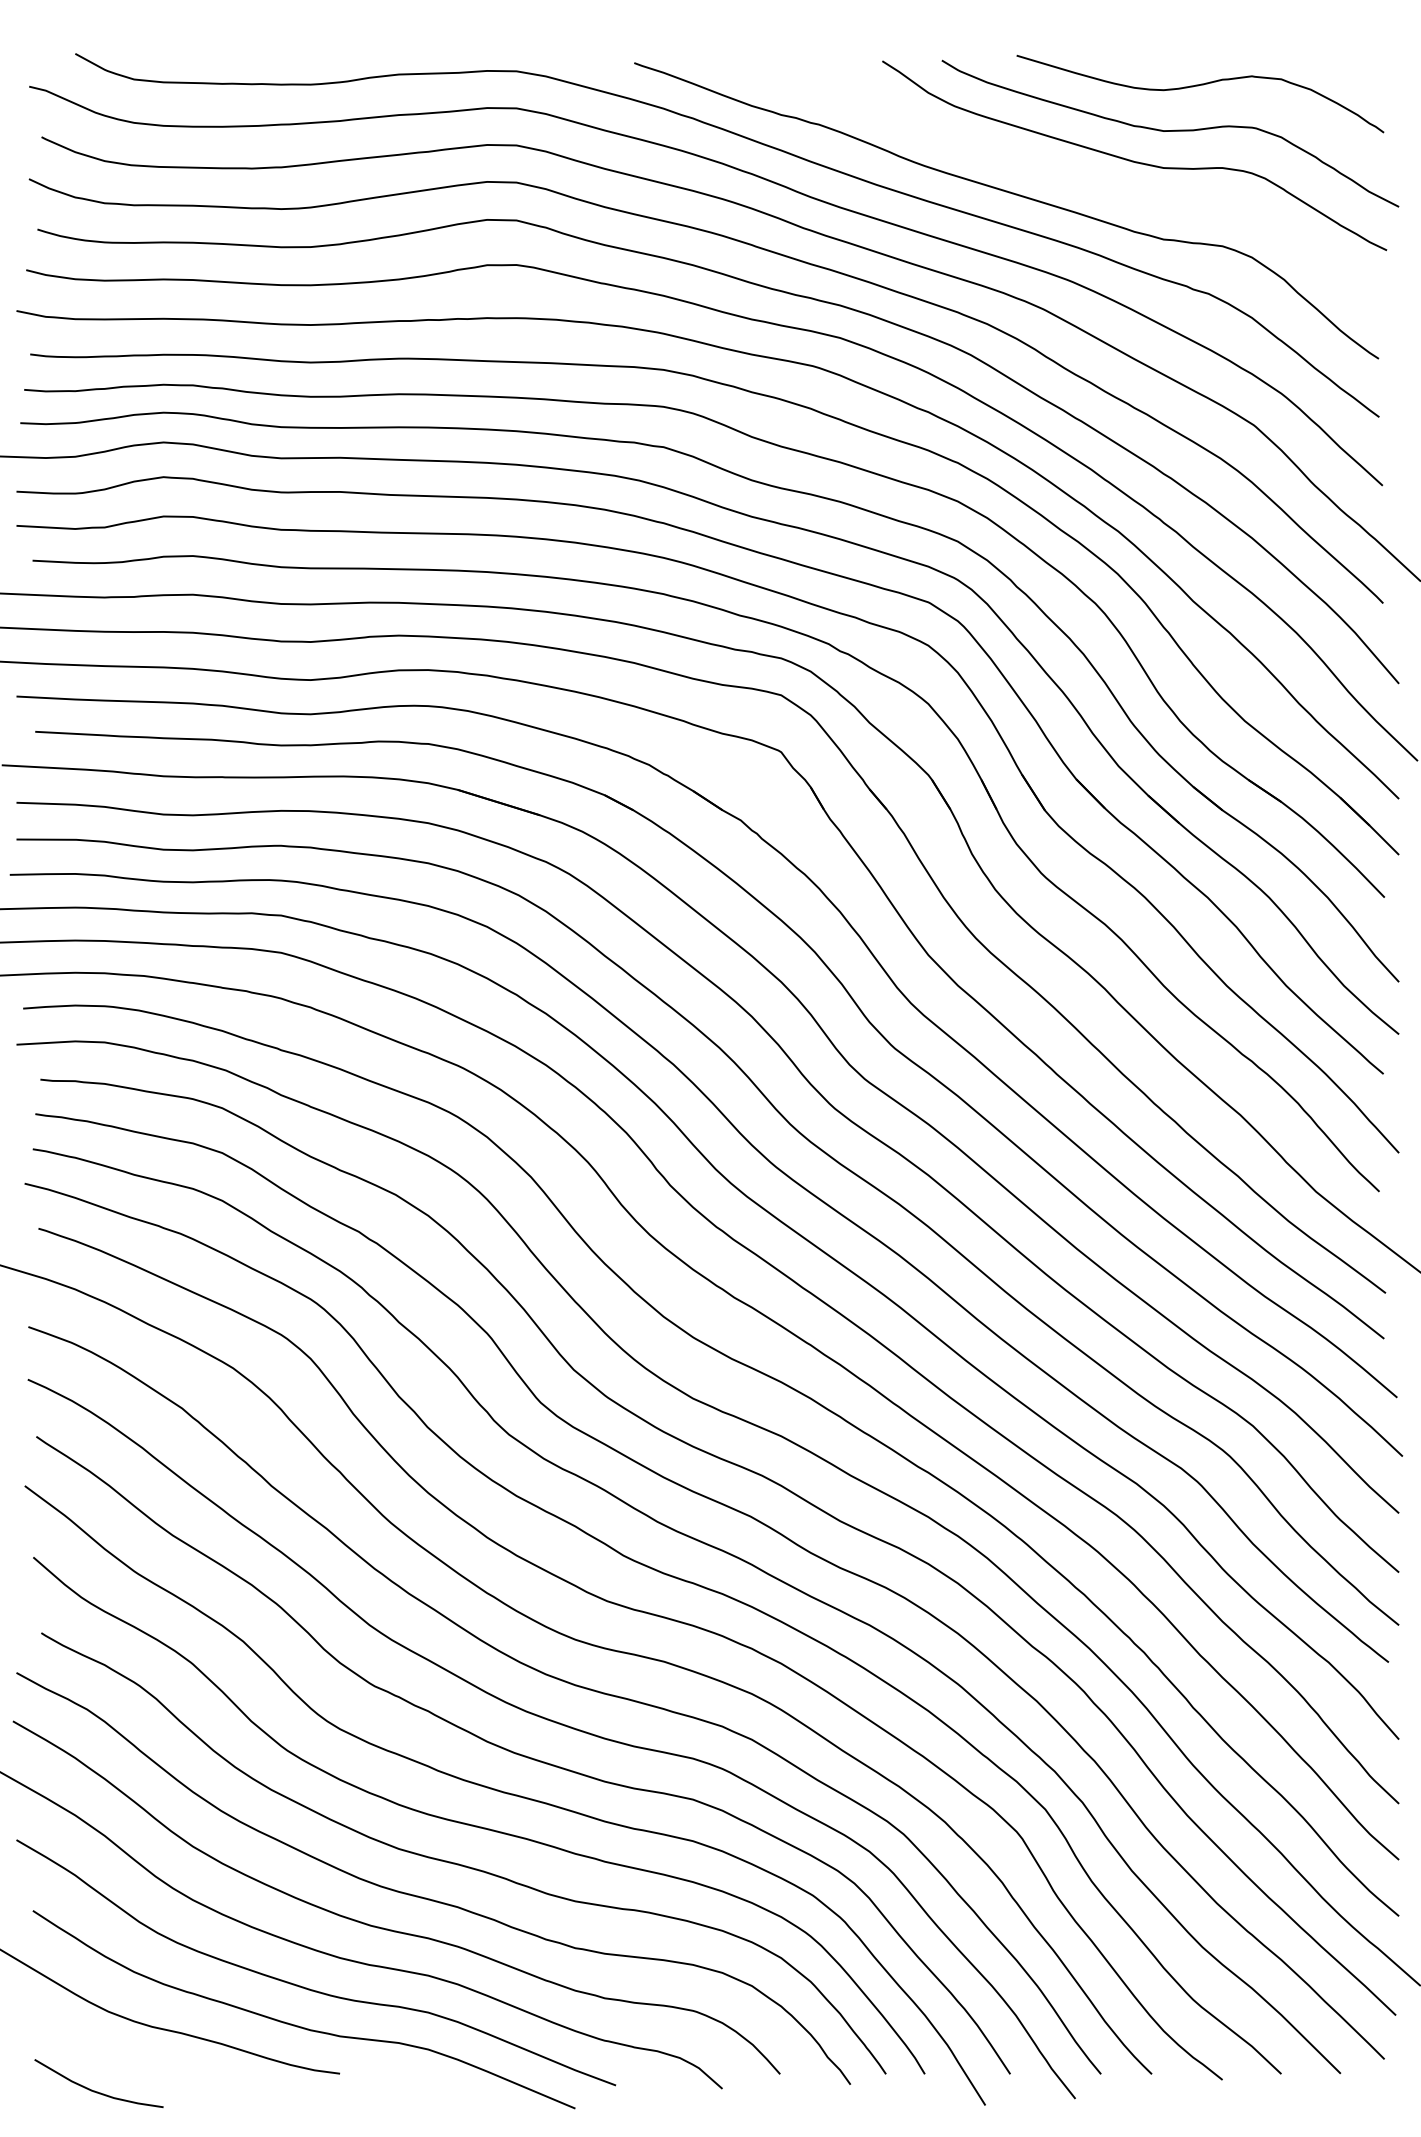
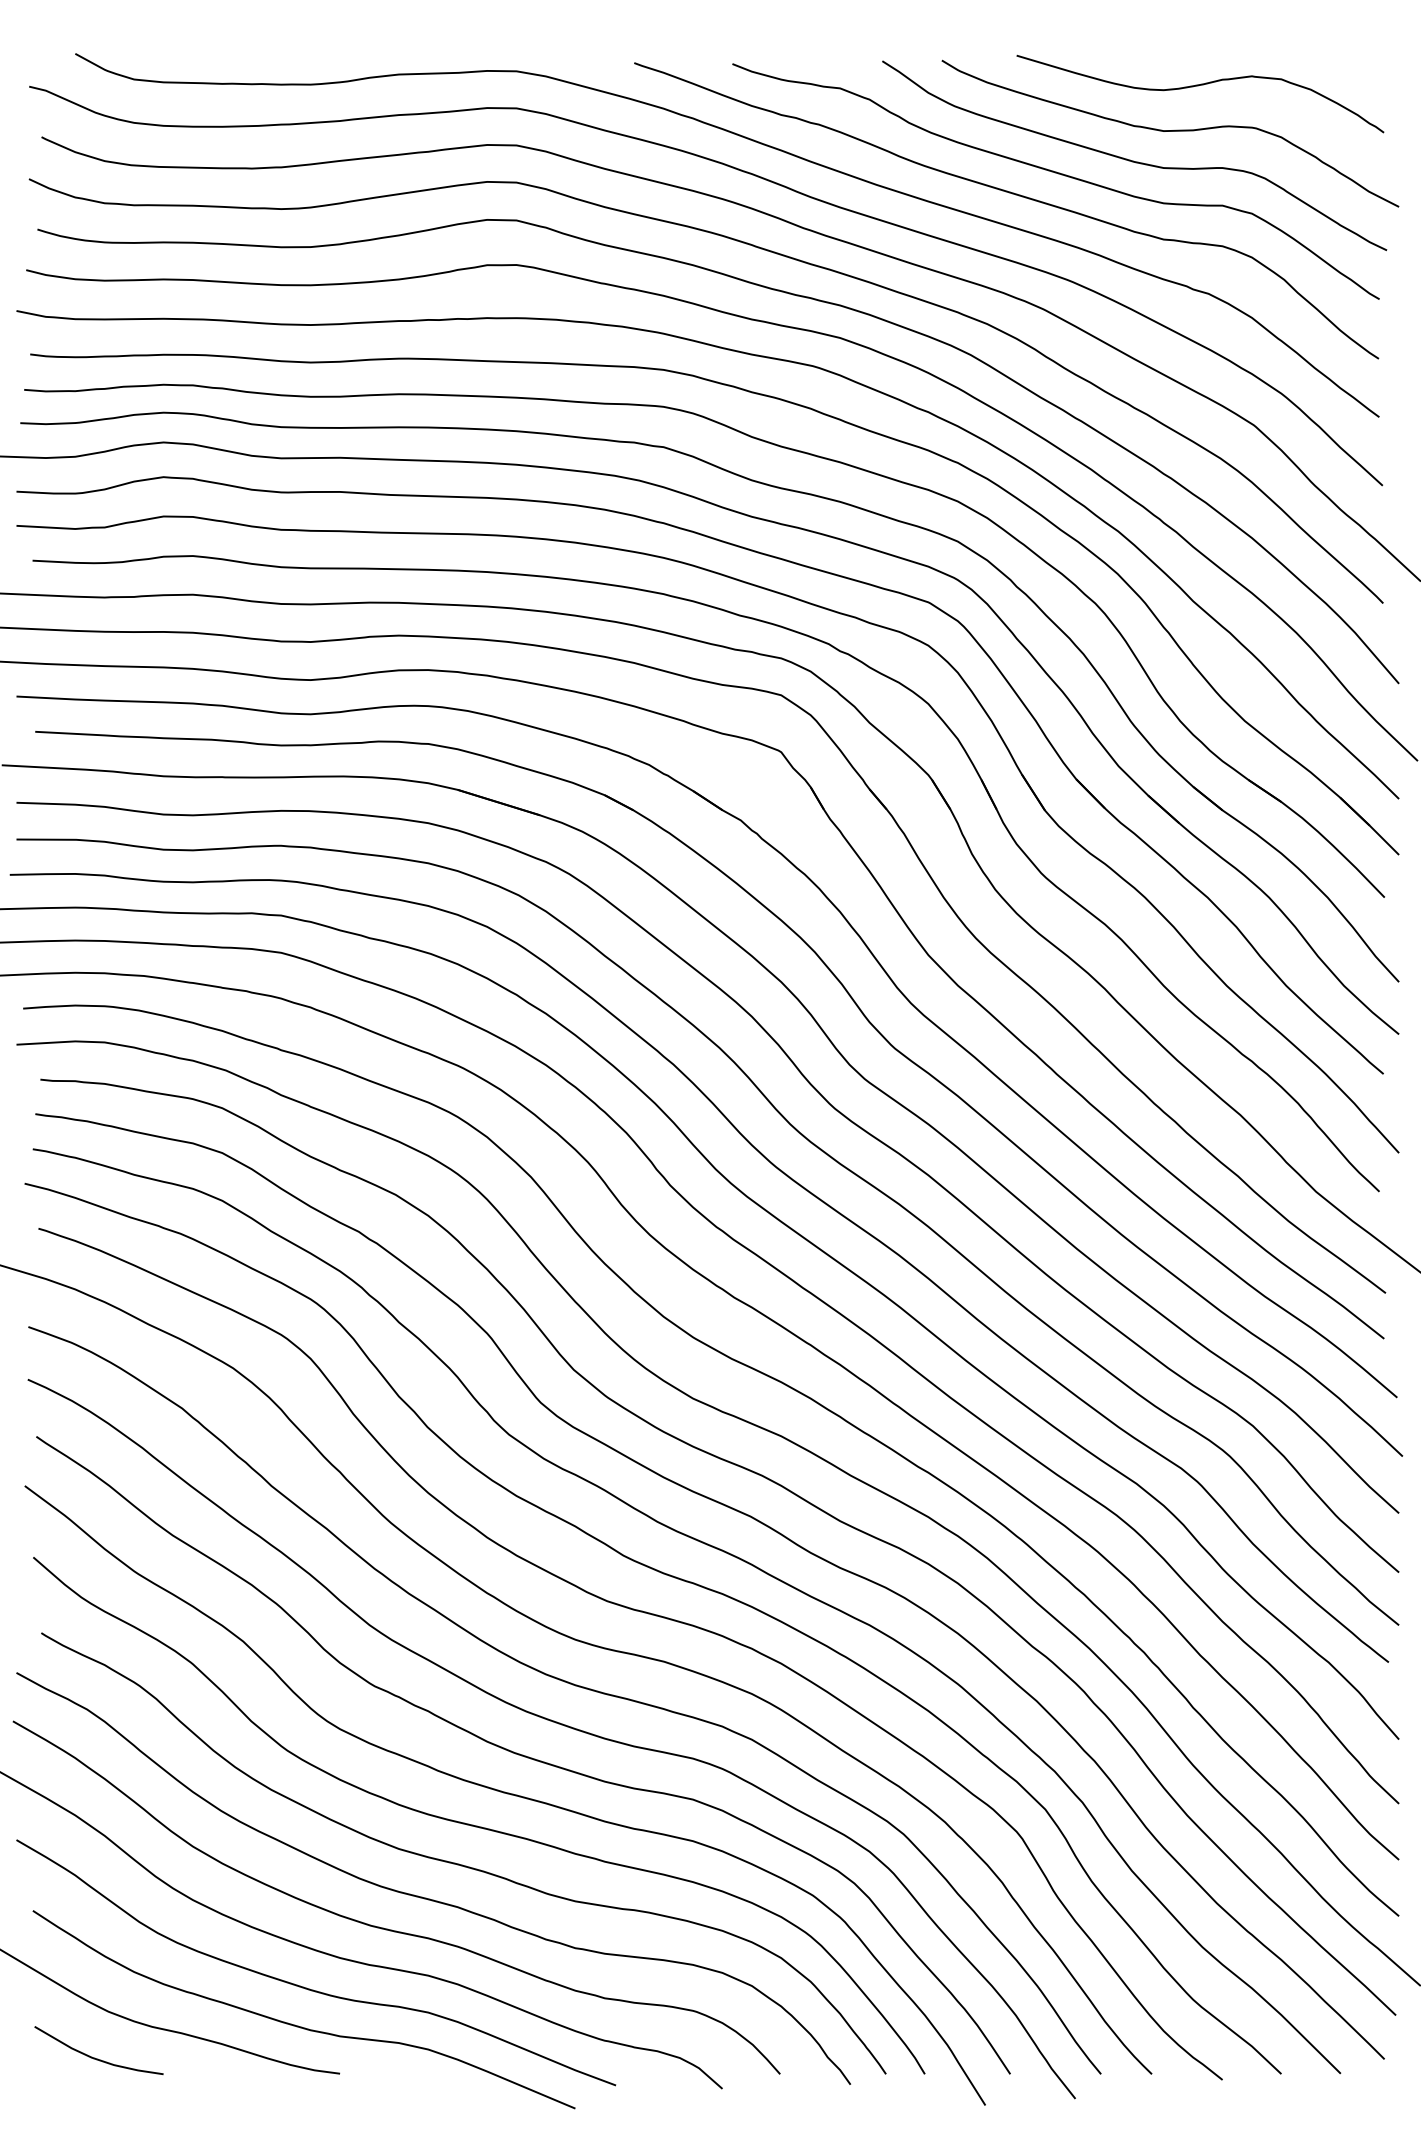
curve at (1058, 174): none -> present
curve at (94, 2090) position: (94, 2090) -> (94, 2057)
